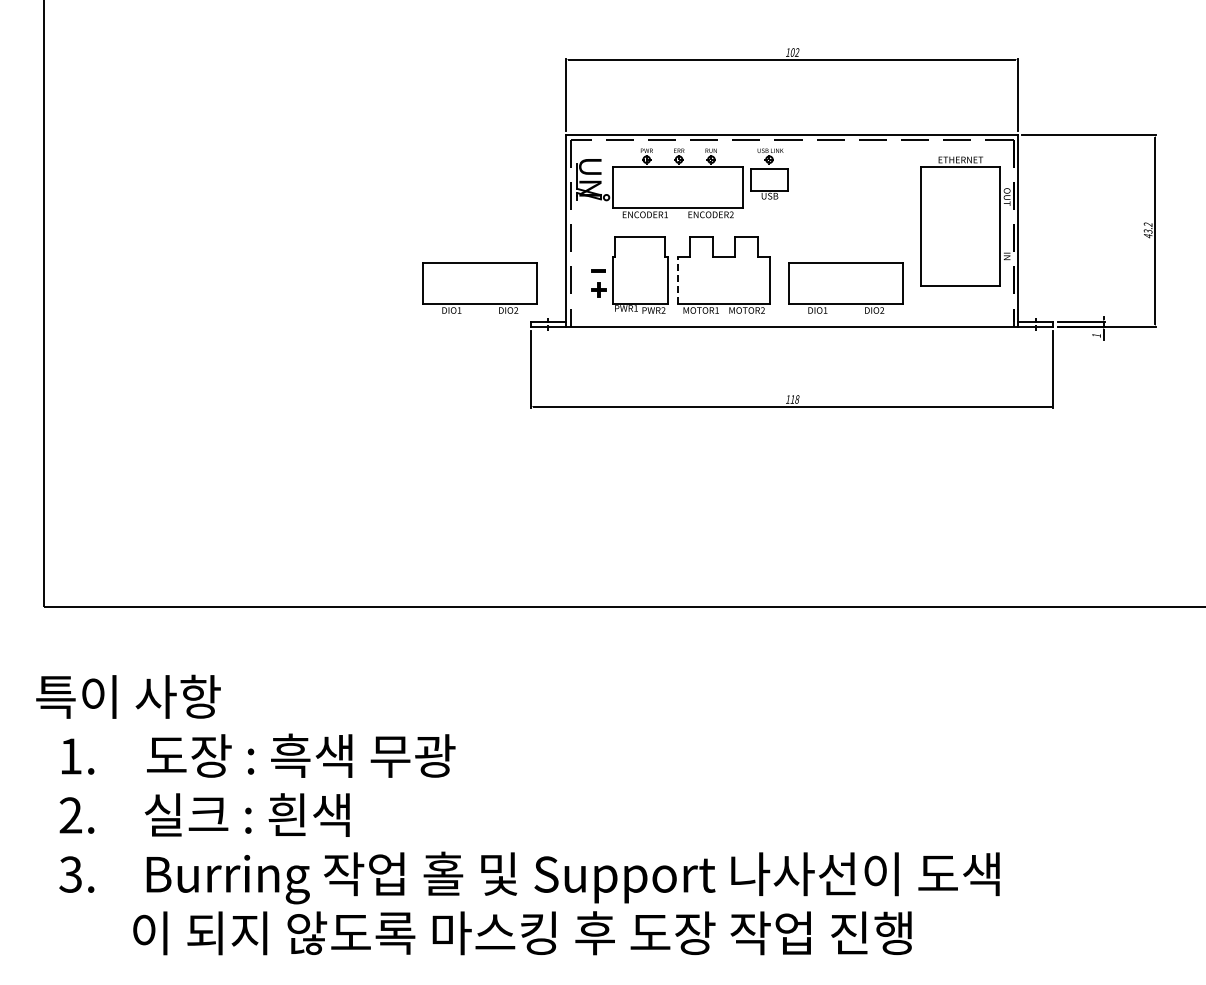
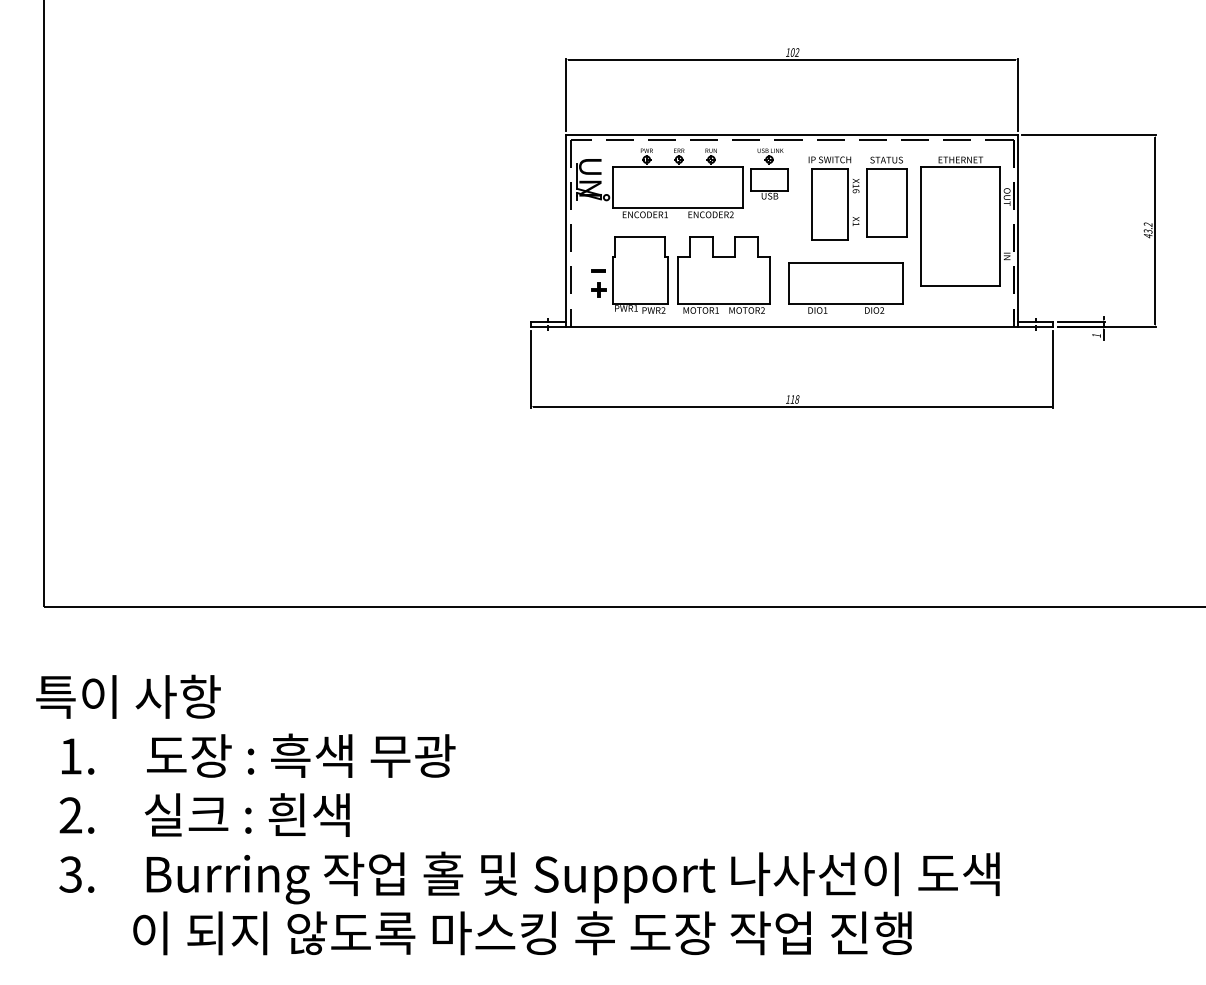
part at (857, 198): none -> present
line at (678, 280): dashed -> solid
part at (479, 287): present -> none
